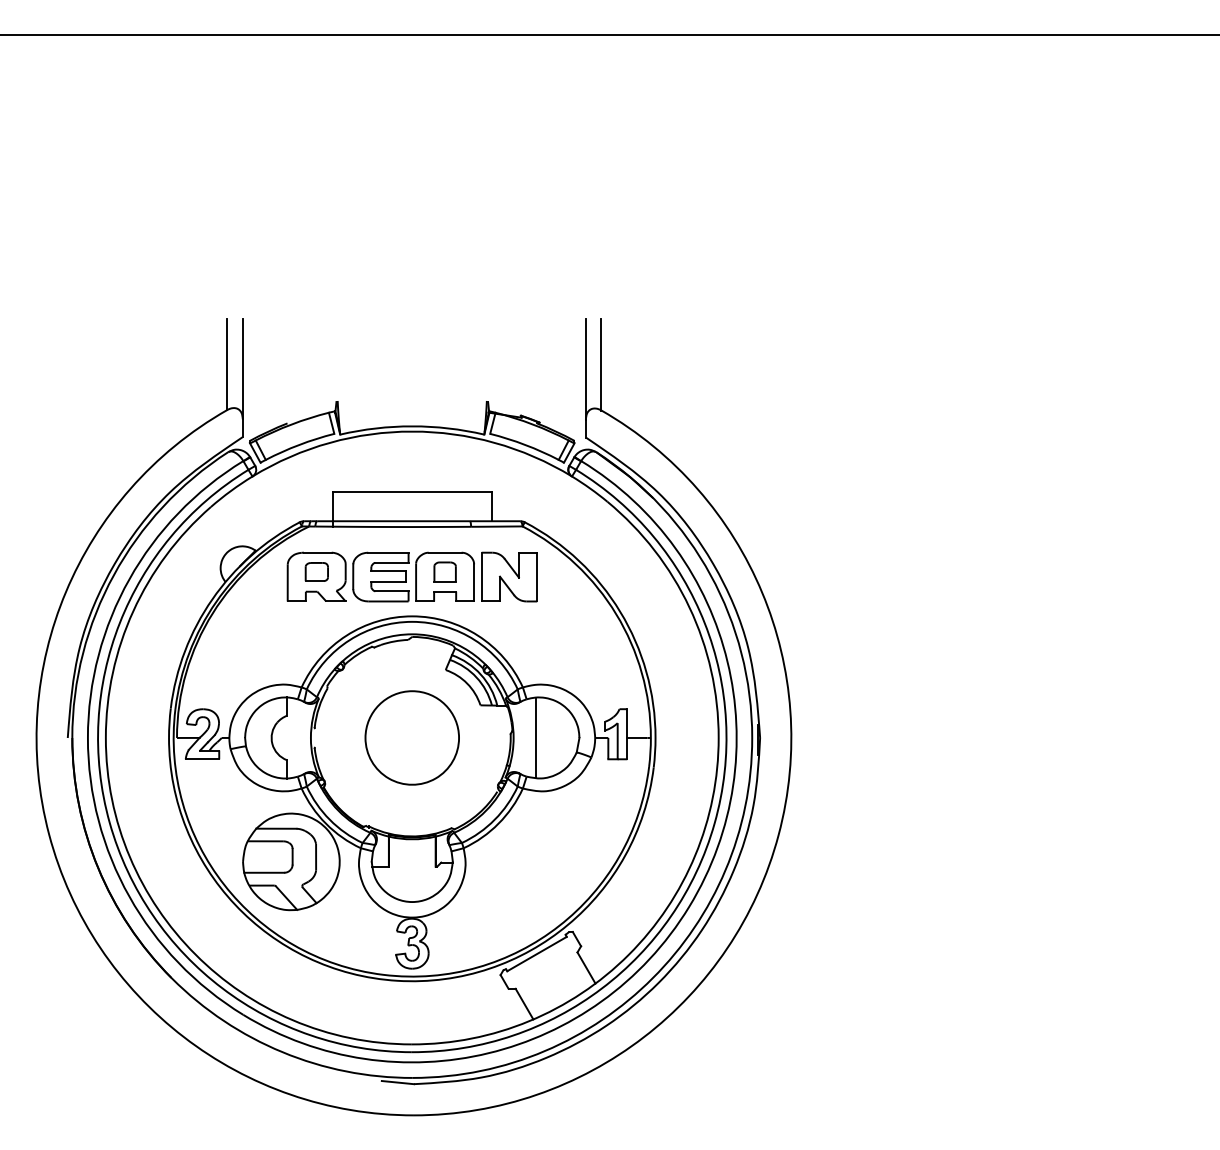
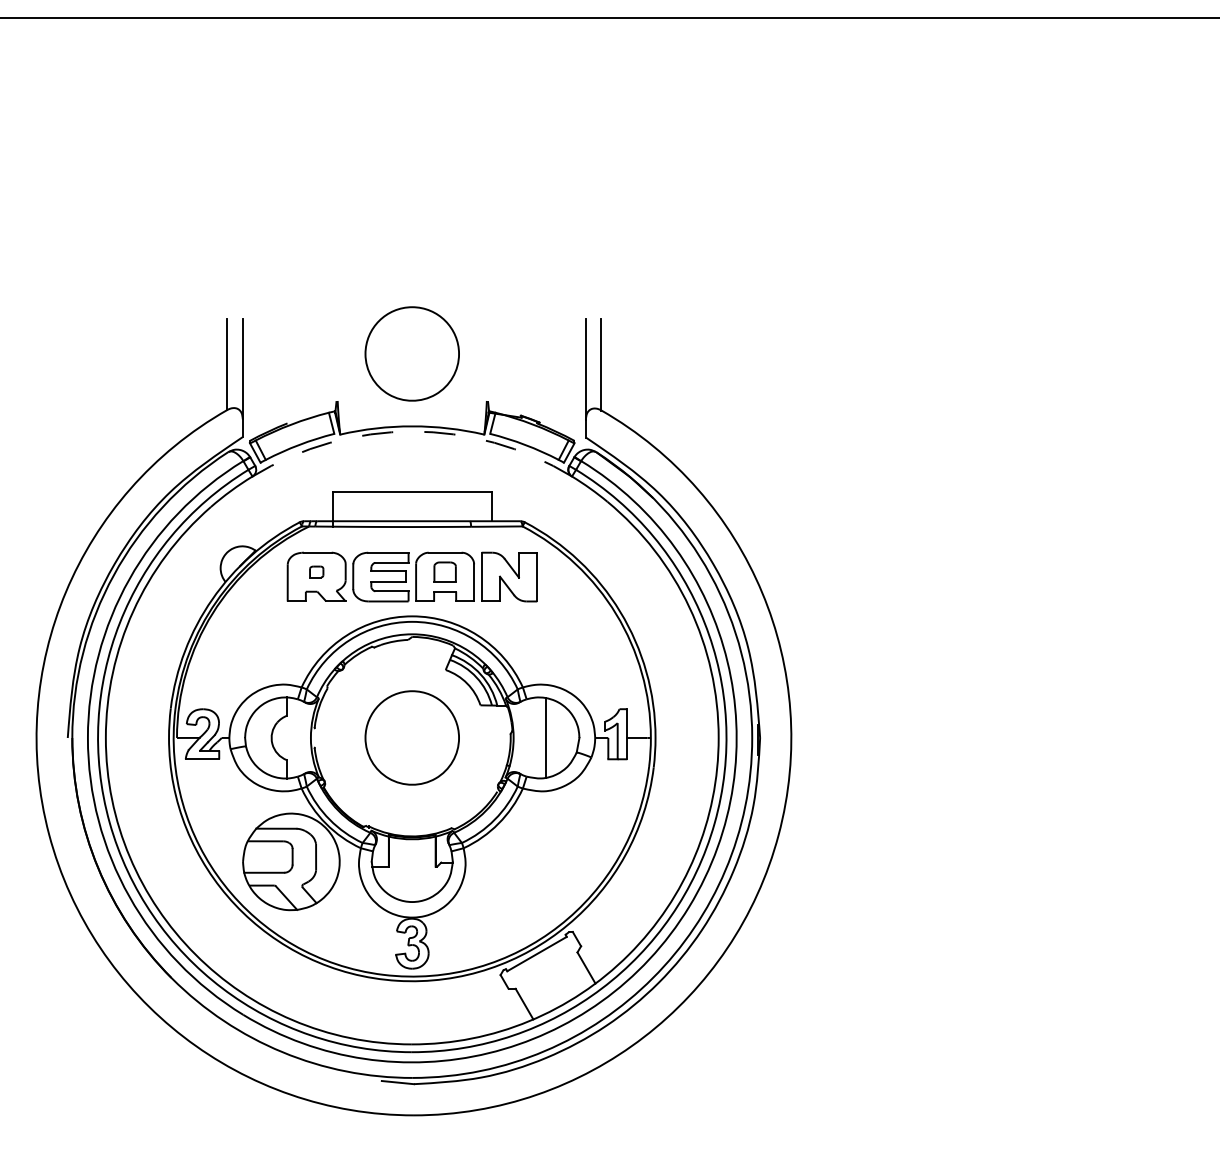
line at (609, 34) position: (609, 34) -> (609, 17)
part at (411, 353): none -> present
arc at (412, 431): solid -> dashed
part at (316, 571) size: 25x20 px -> 16x14 px
line at (536, 737) position: (536, 737) -> (546, 737)
